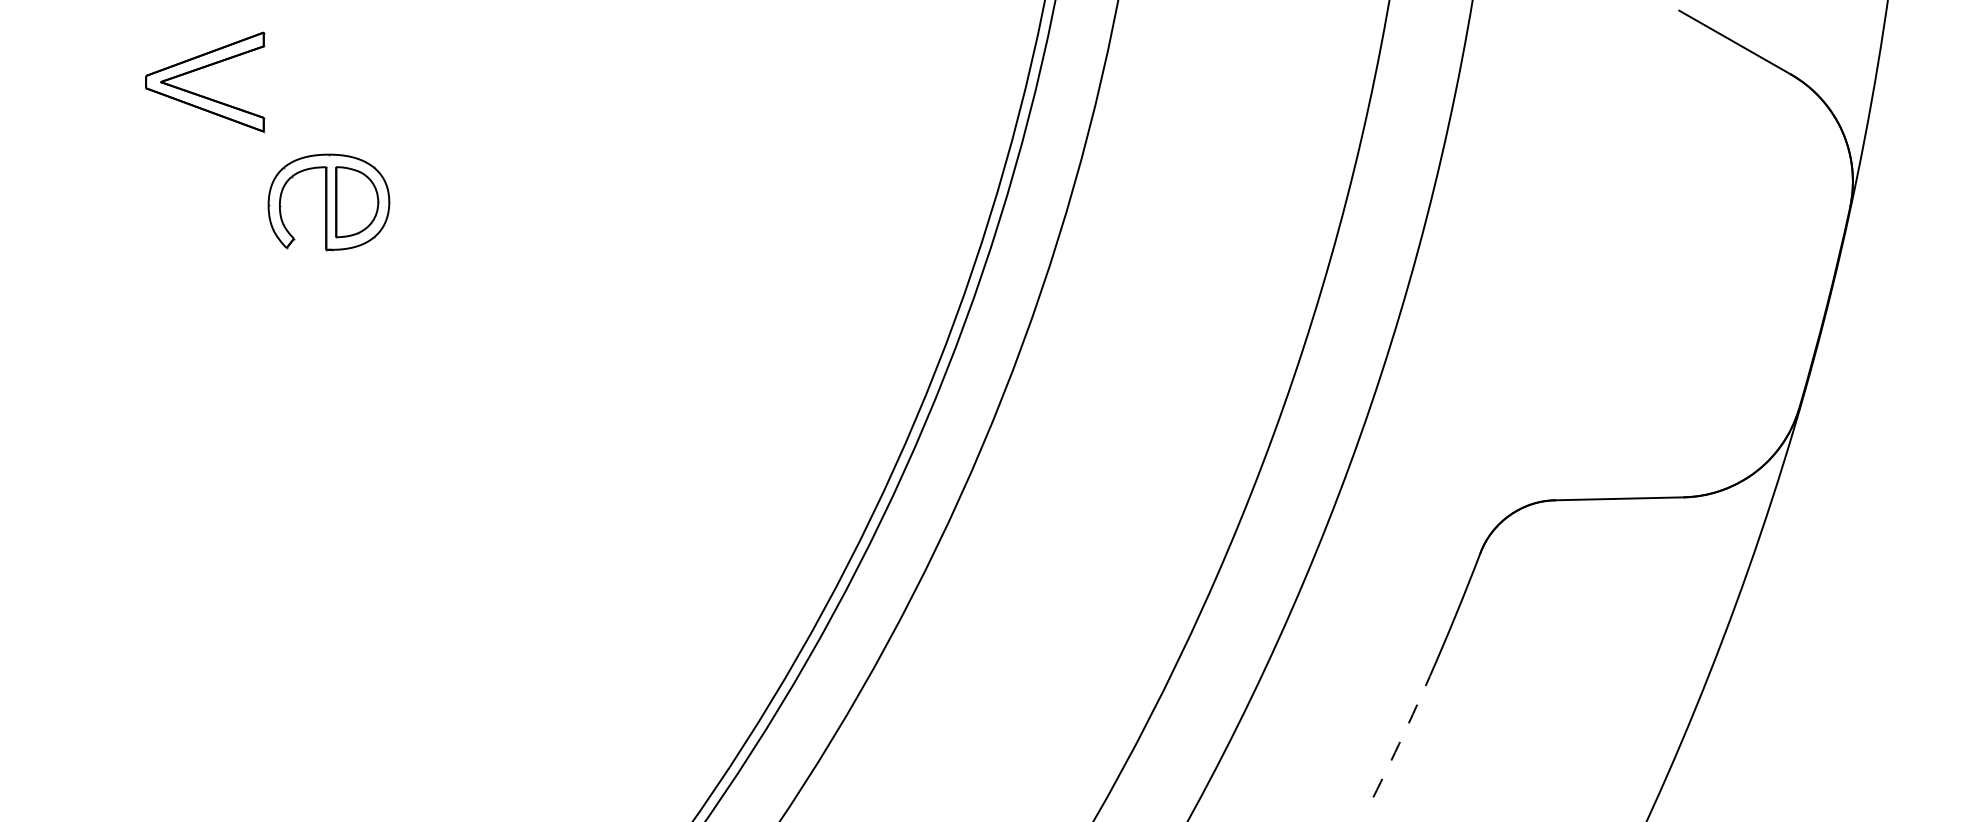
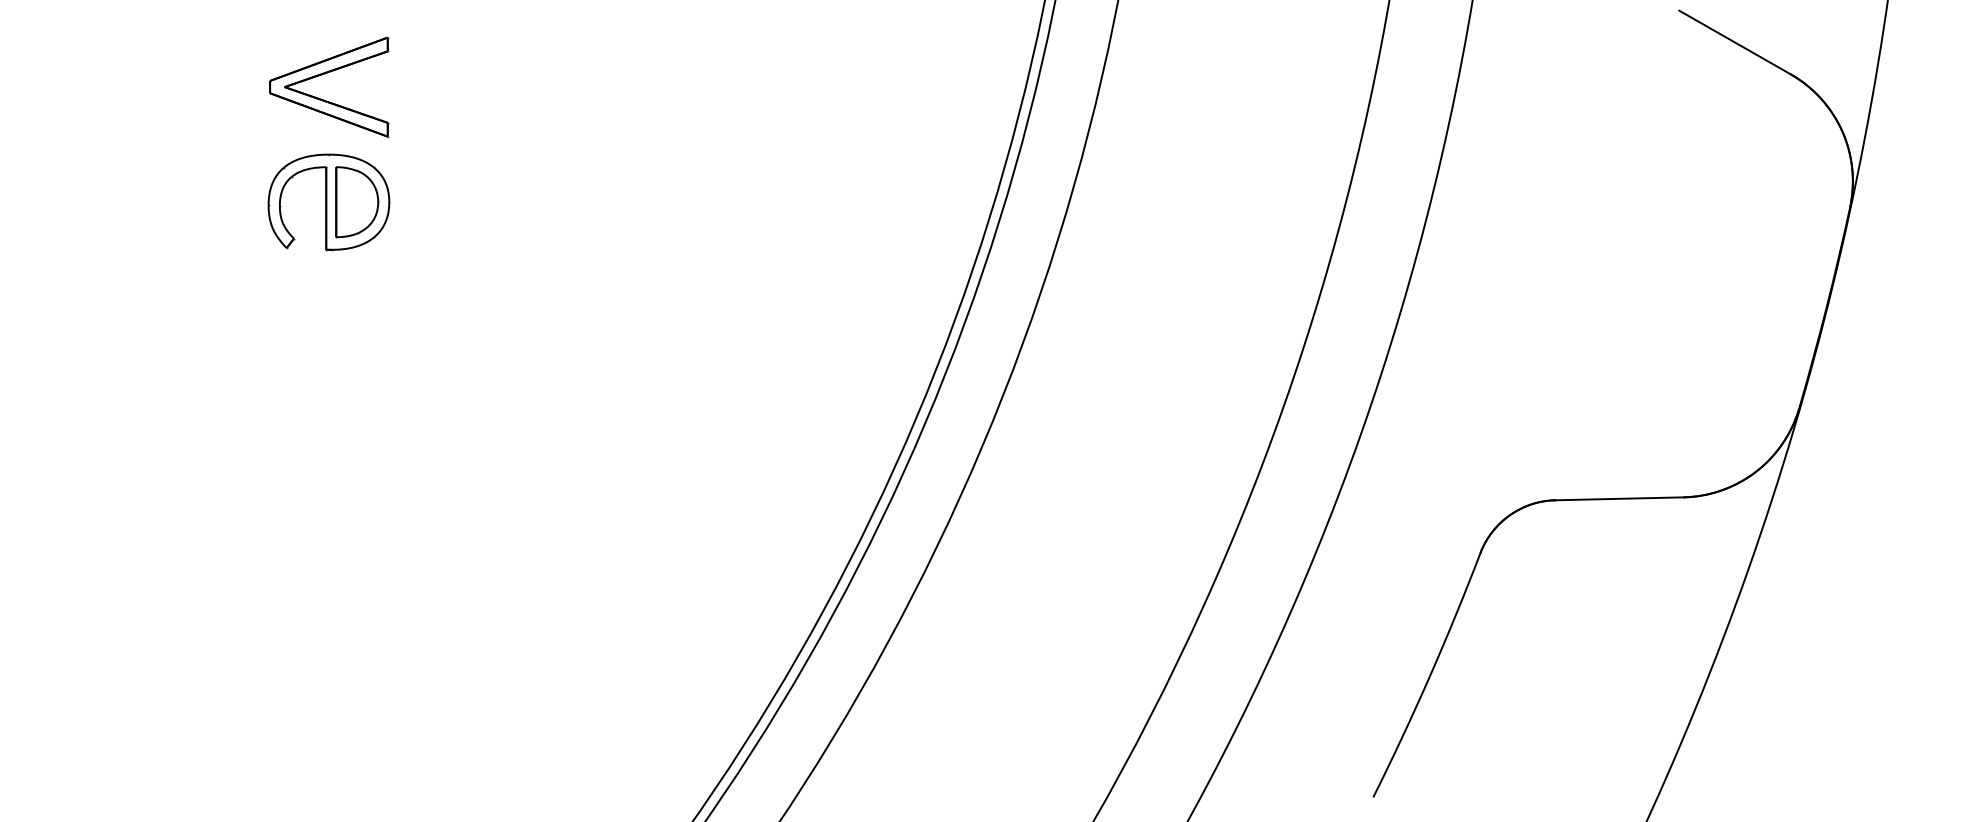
part at (200, 94) position: (200, 94) -> (324, 99)
arc at (1402, 737): dashed -> solid
